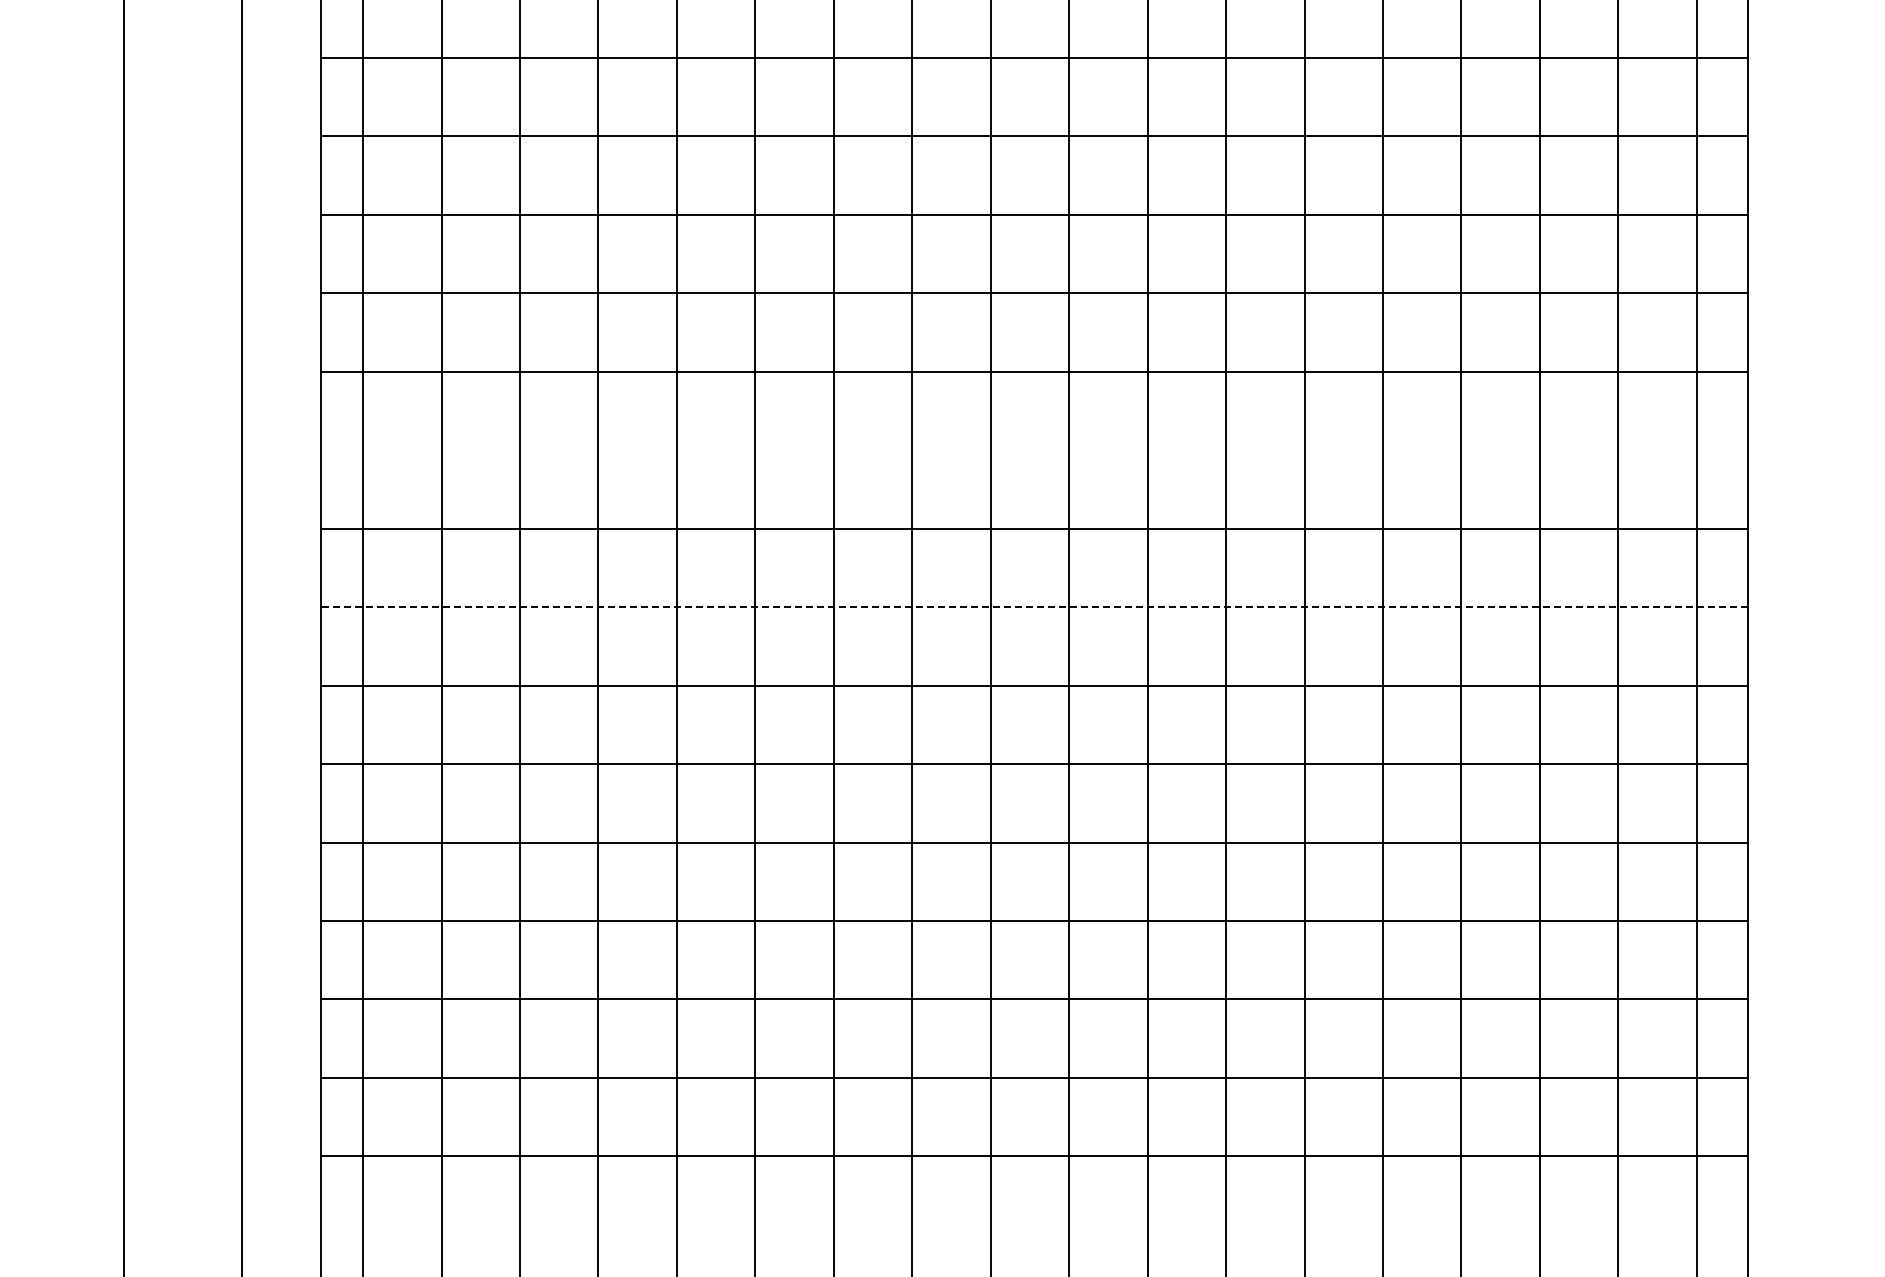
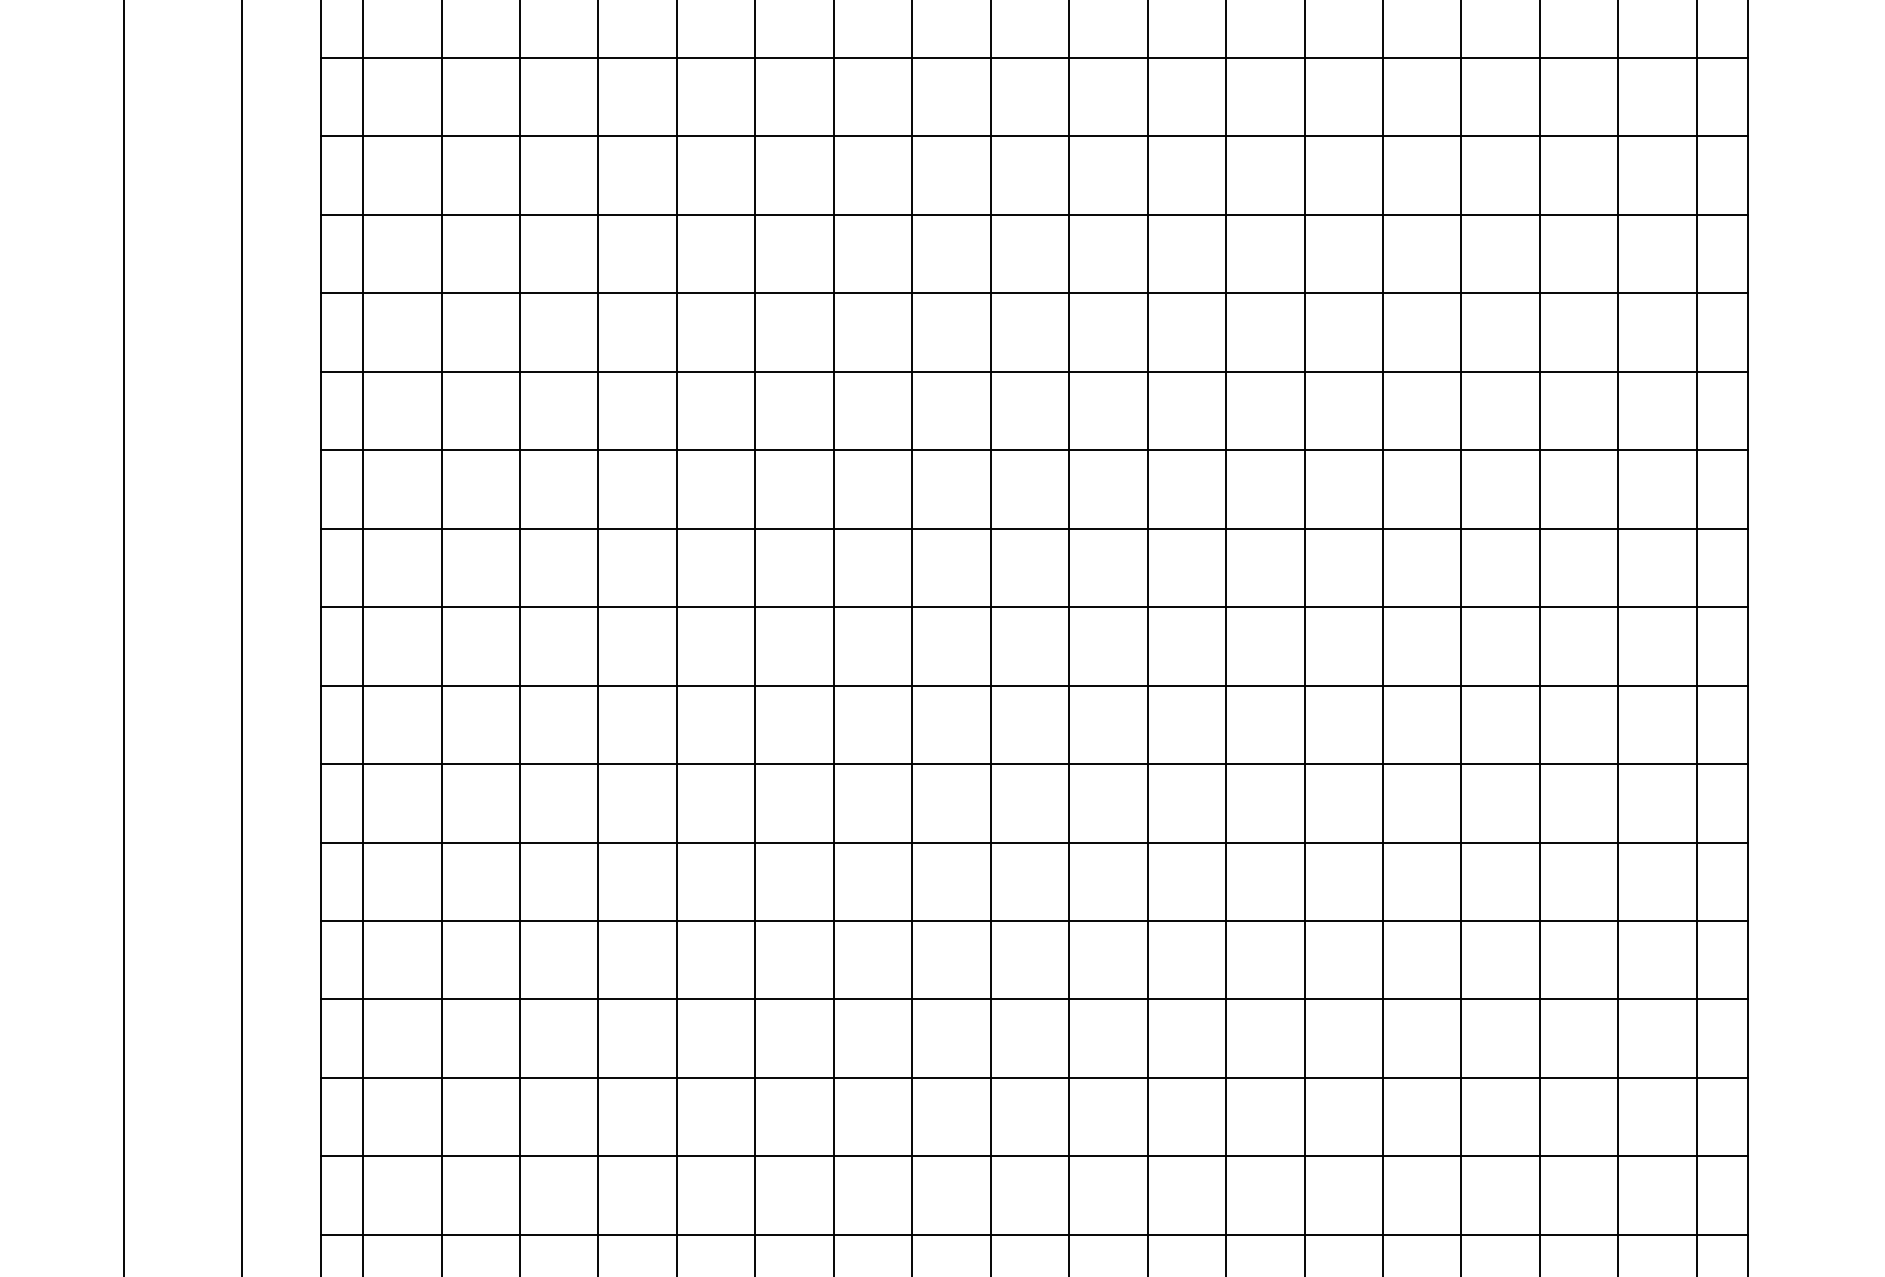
line at (1033, 450): none -> present
line at (1033, 607): dashed -> solid
line at (1033, 1234): none -> present
